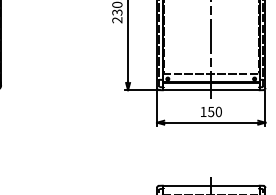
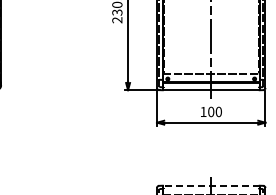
text at (211, 111): 150 -> 100
line at (210, 185): solid -> dashed
